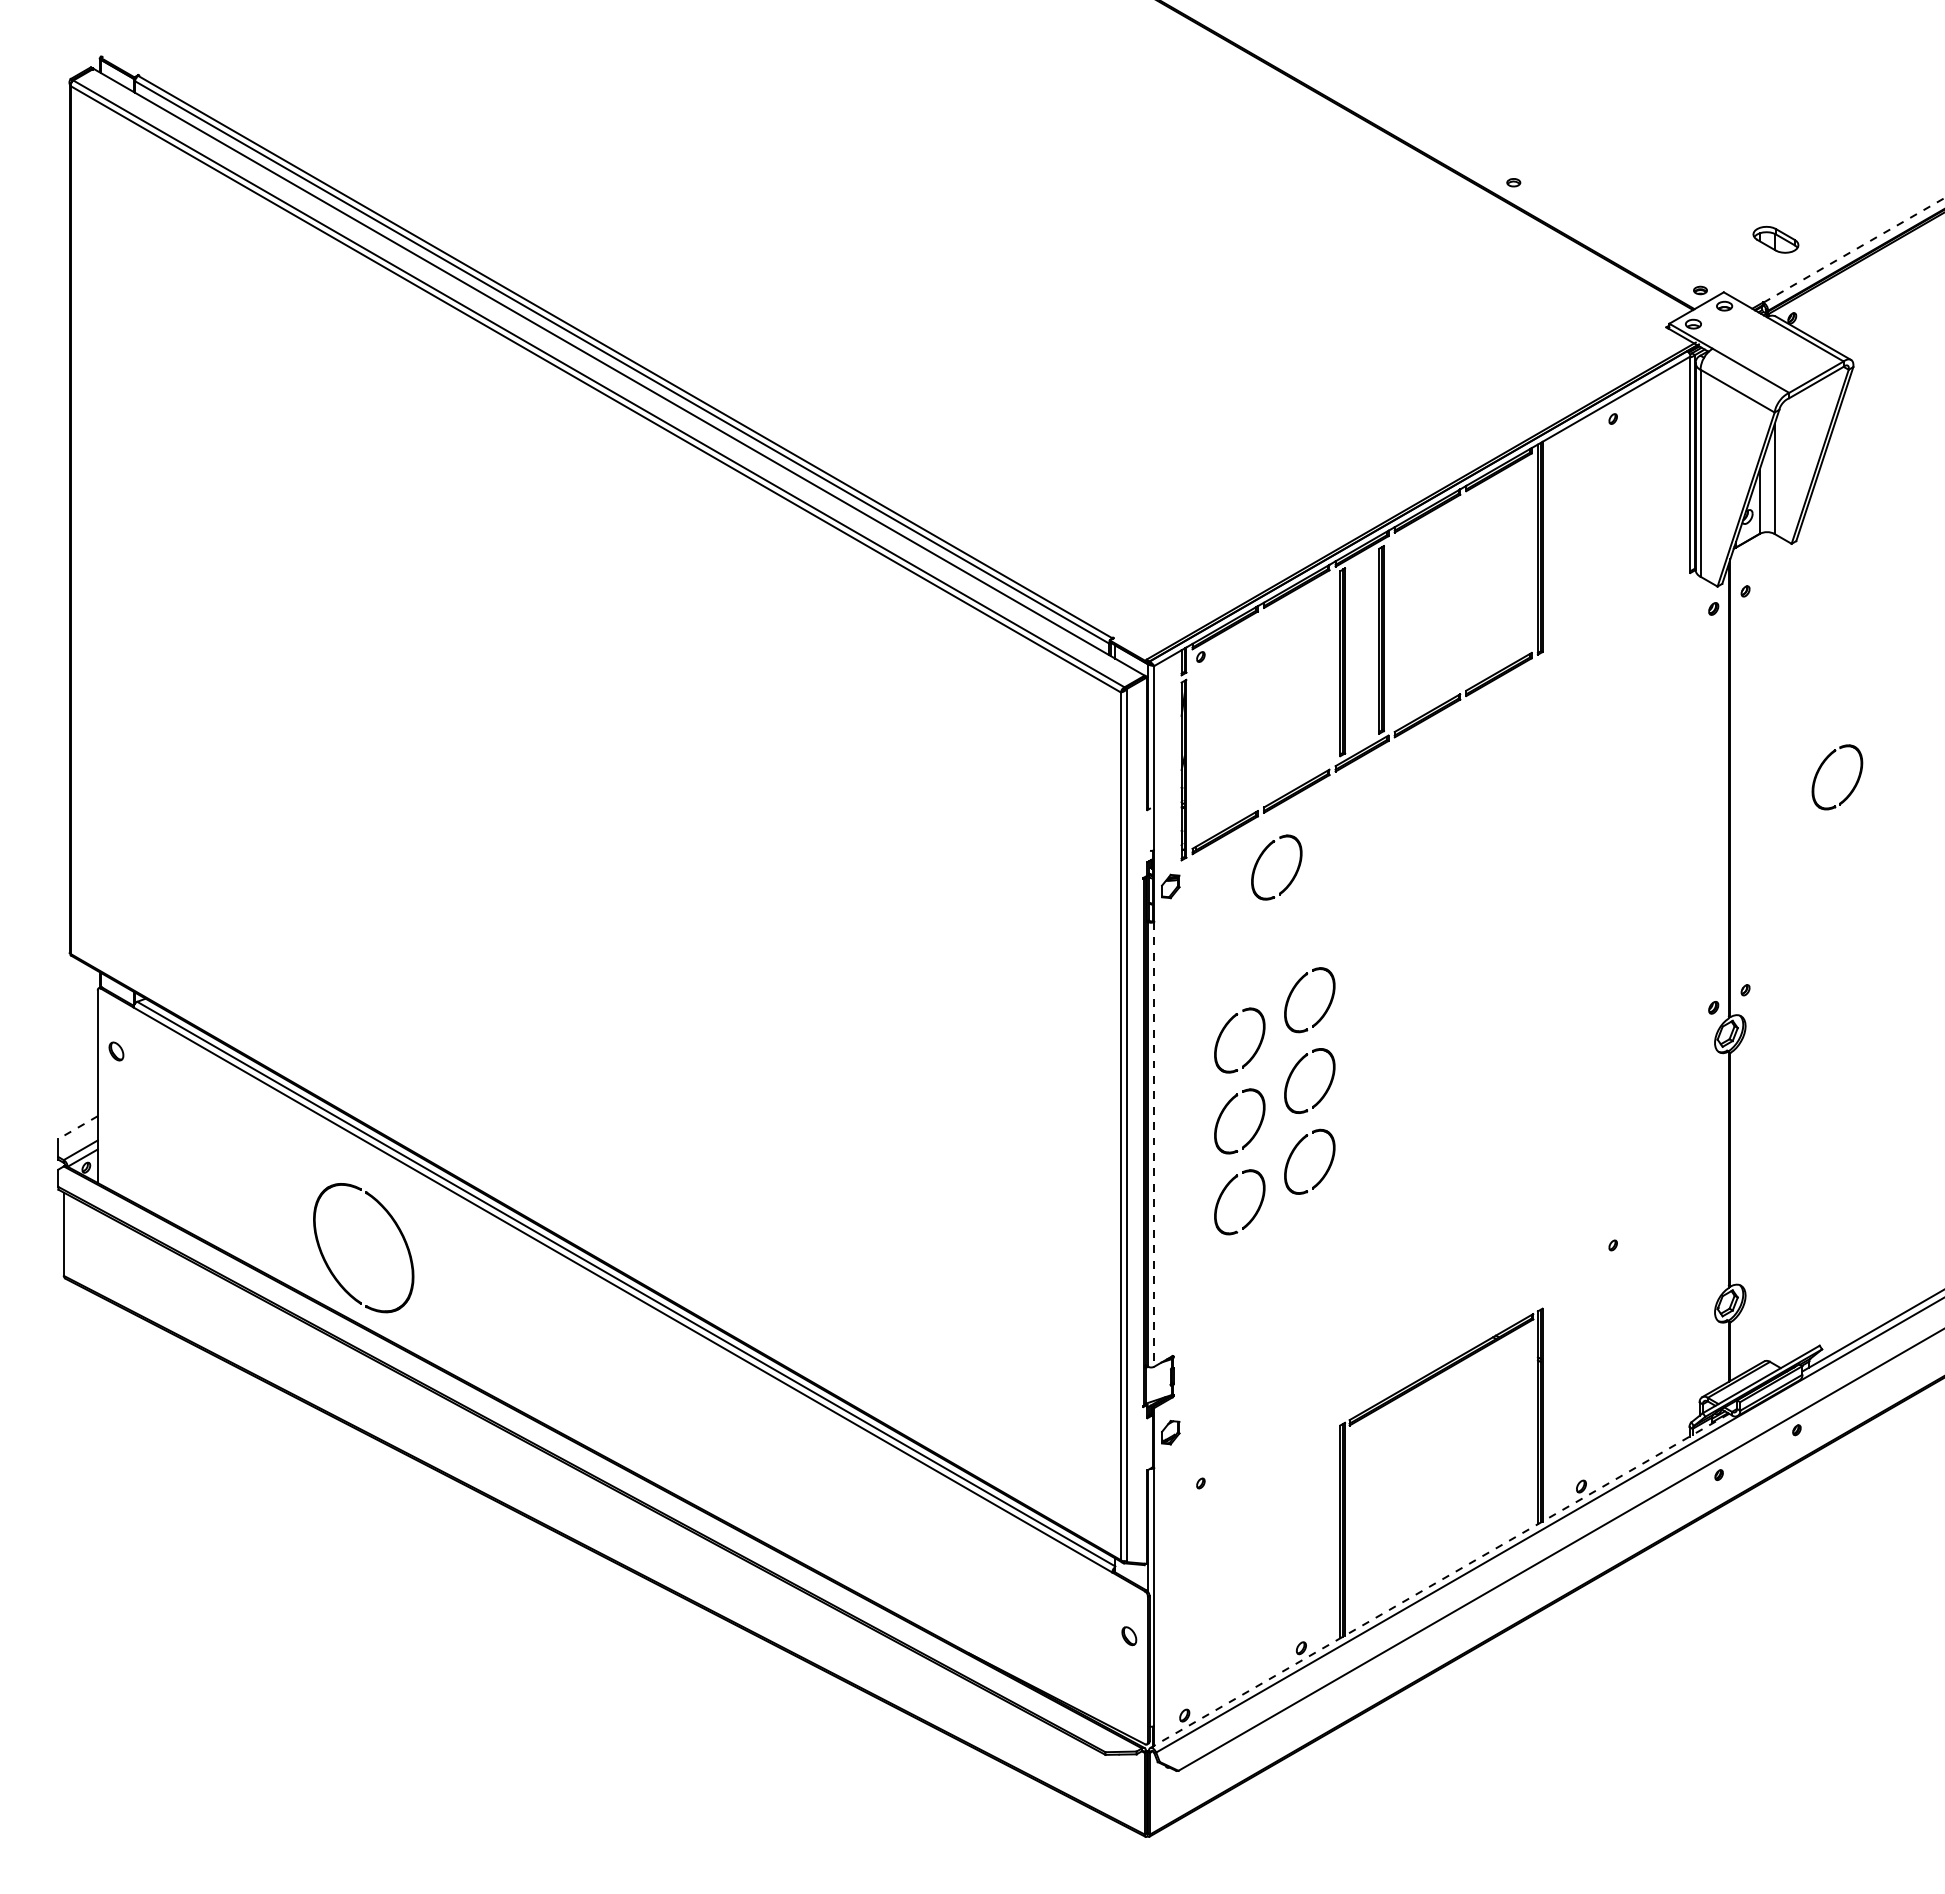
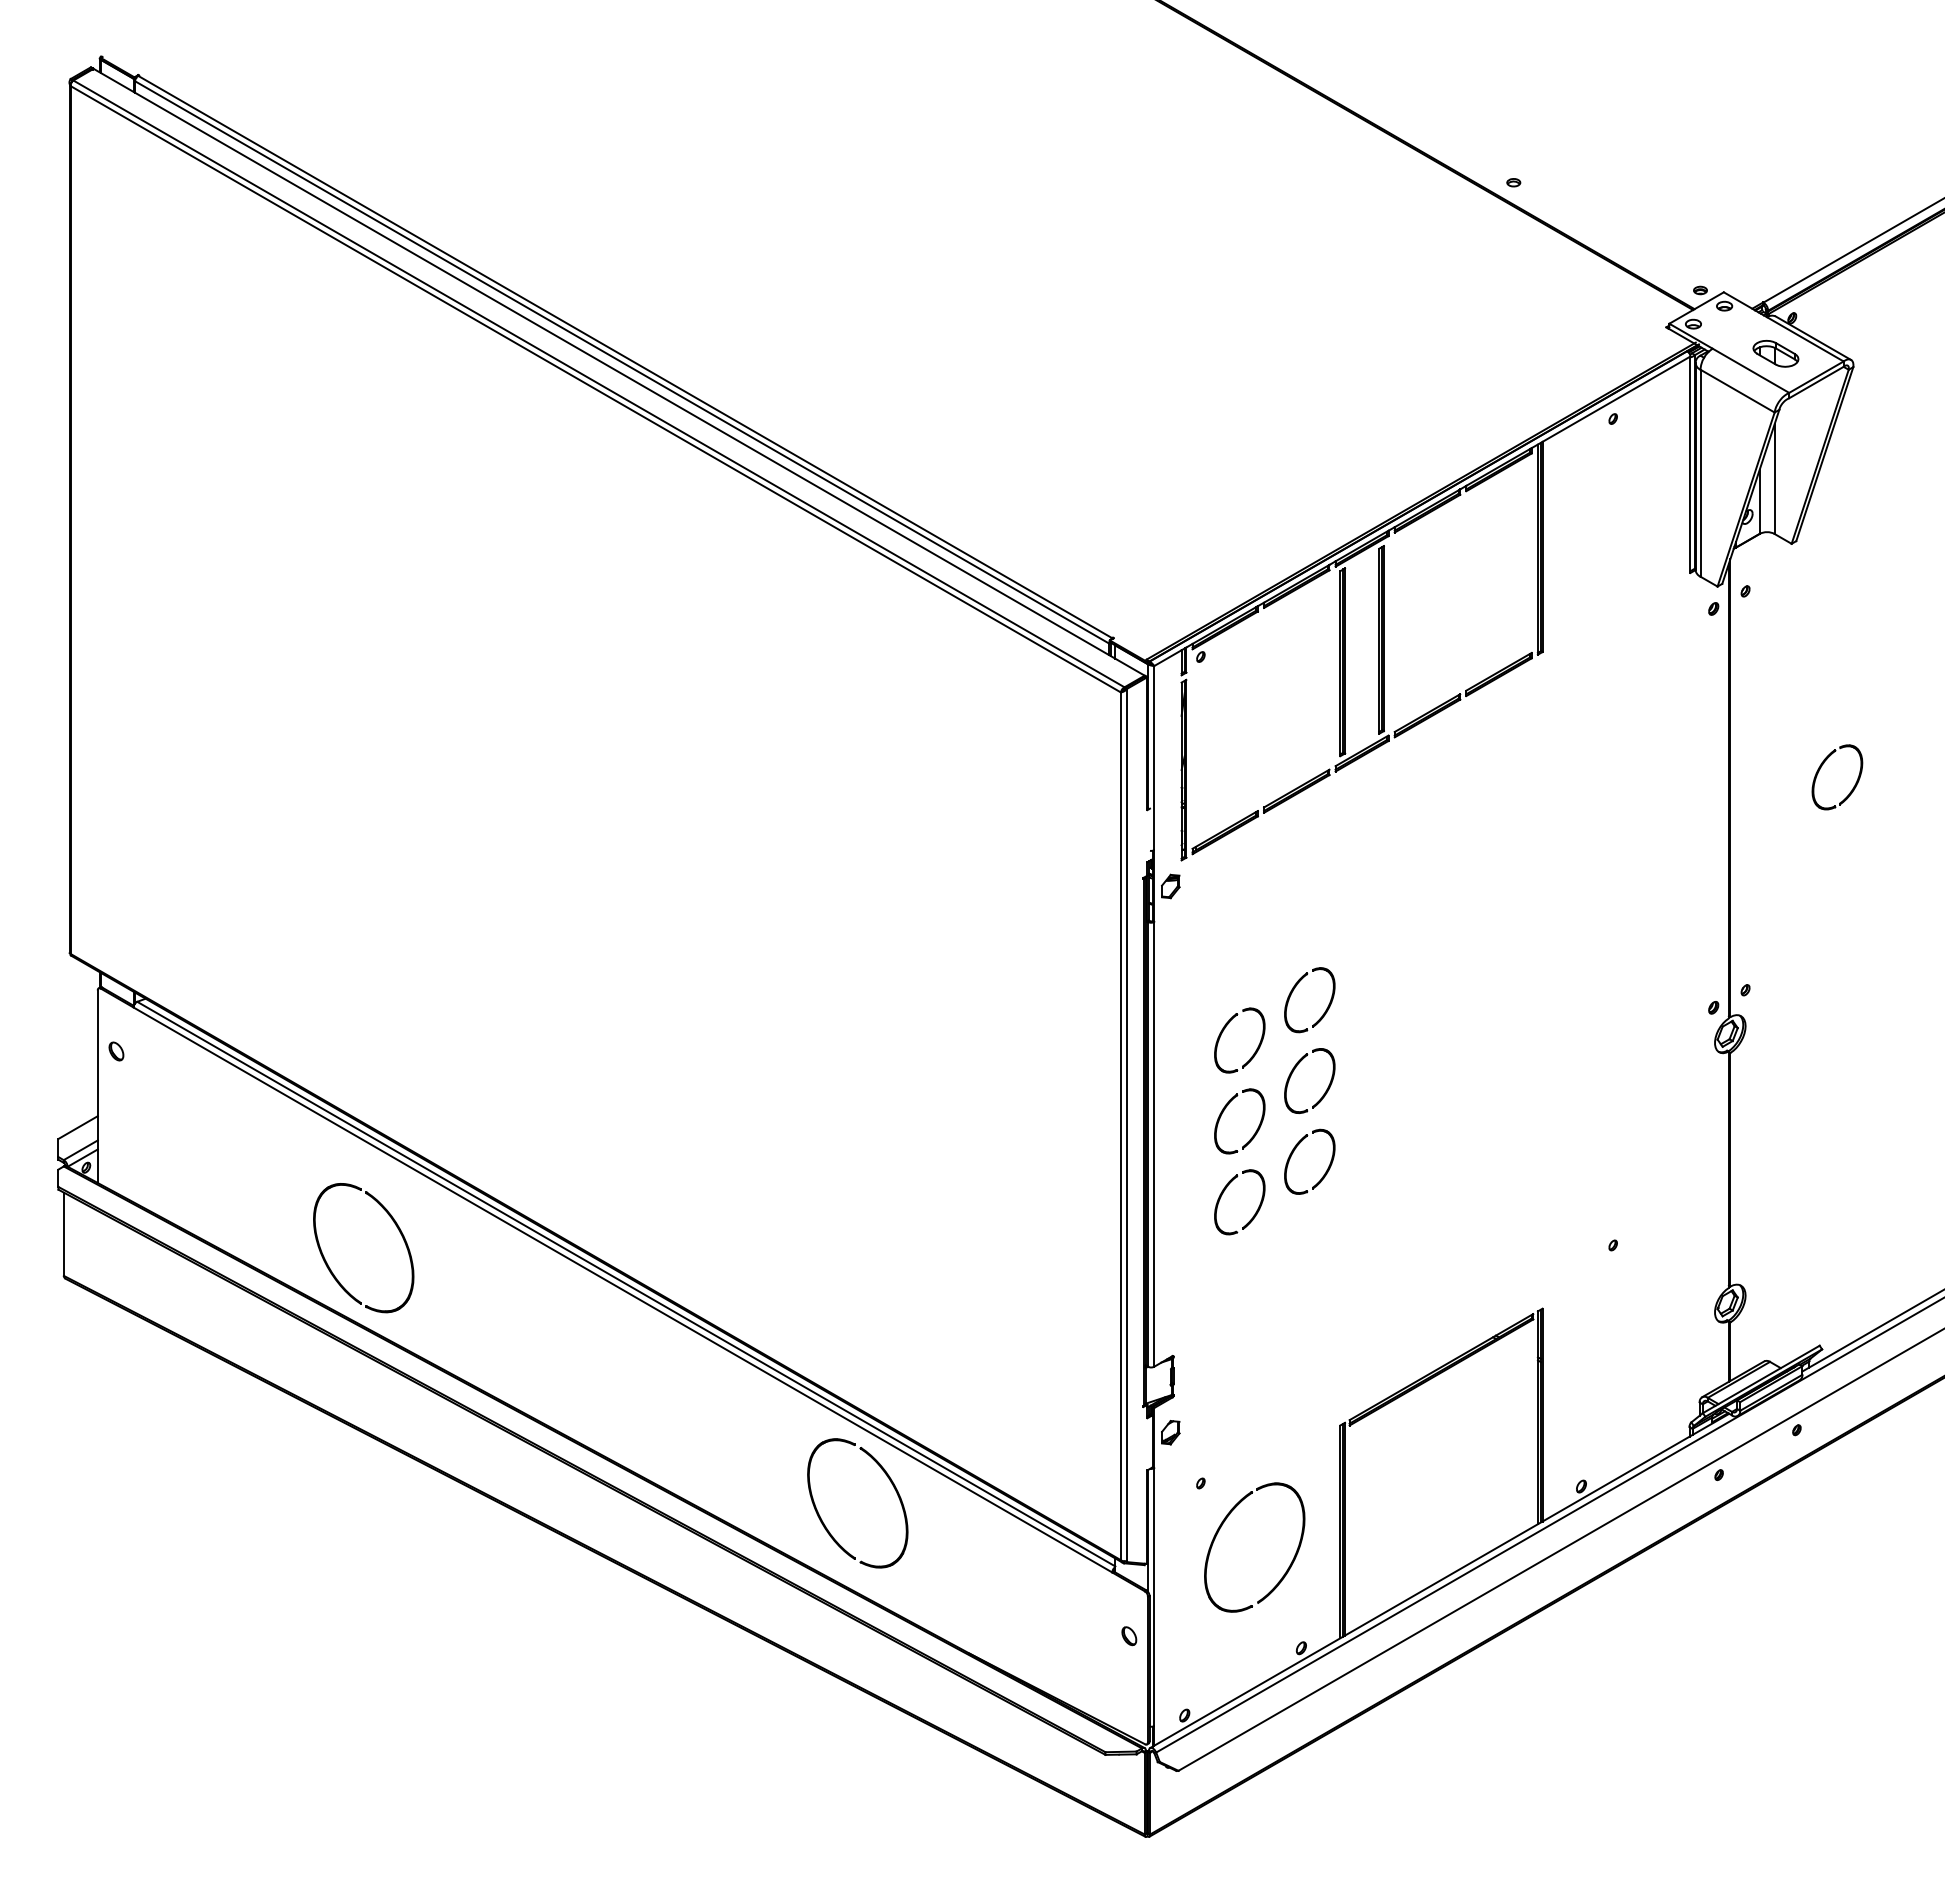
part at (1775, 239) position: (1775, 239) -> (1775, 353)
line at (1854, 250): dashed -> solid
part at (1261, 857): present -> none
line at (78, 1127): dashed -> solid
line at (1154, 1144): dashed -> solid
part at (823, 1521): none -> present
part at (1220, 1529): none -> present
line at (1439, 1581): dashed -> solid
